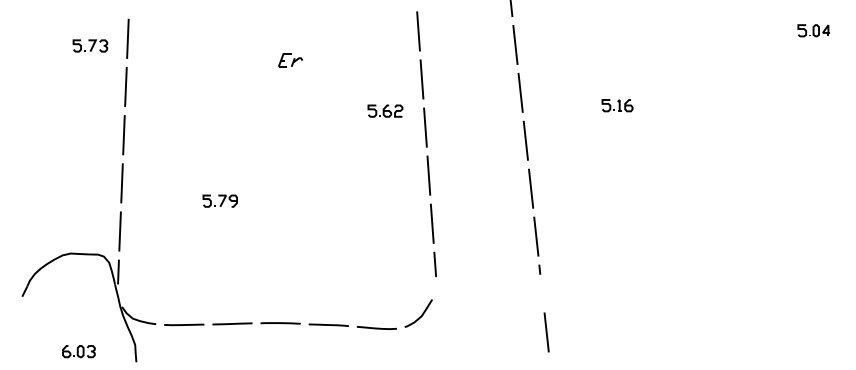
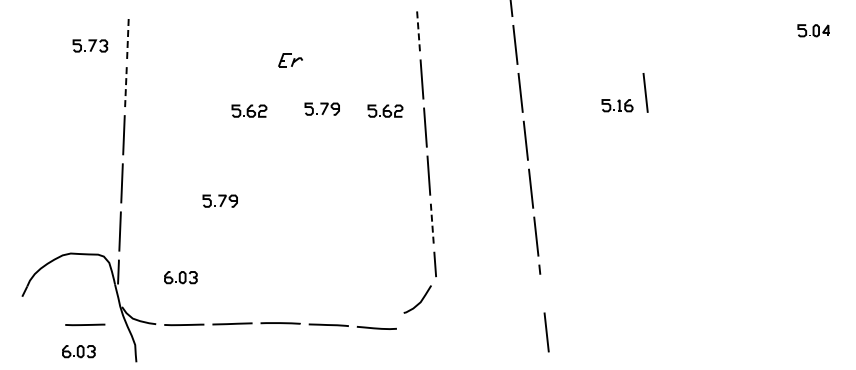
line at (418, 31): solid -> dashed
line at (127, 38): solid -> dashed
line at (125, 86): solid -> dashed
line at (645, 92): none -> present
part at (321, 108): none -> present
part at (249, 110): none -> present
line at (432, 224): solid -> dashed
part at (180, 277): none -> present
curve at (421, 314) position: (421, 314) -> (420, 300)
line at (85, 324): none -> present
